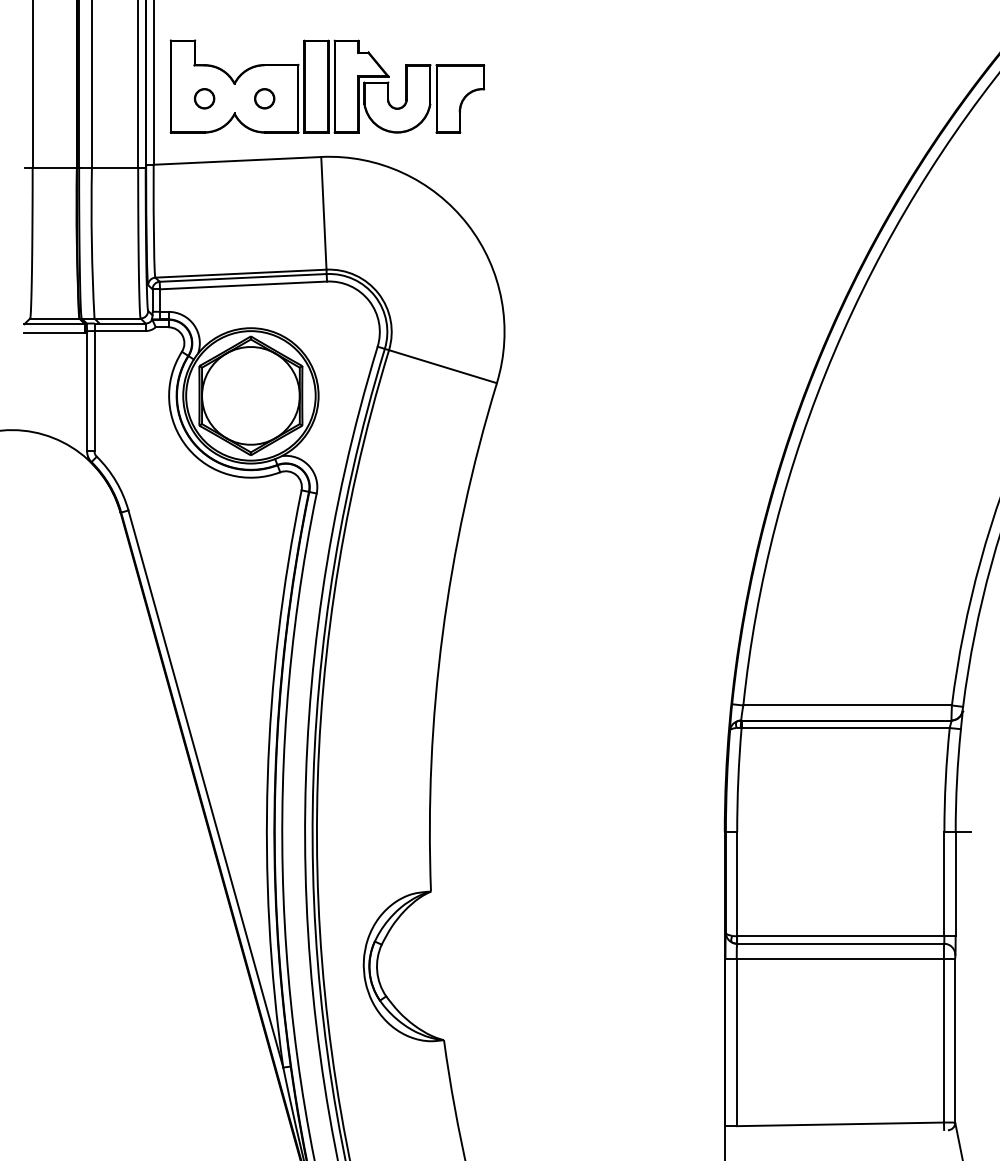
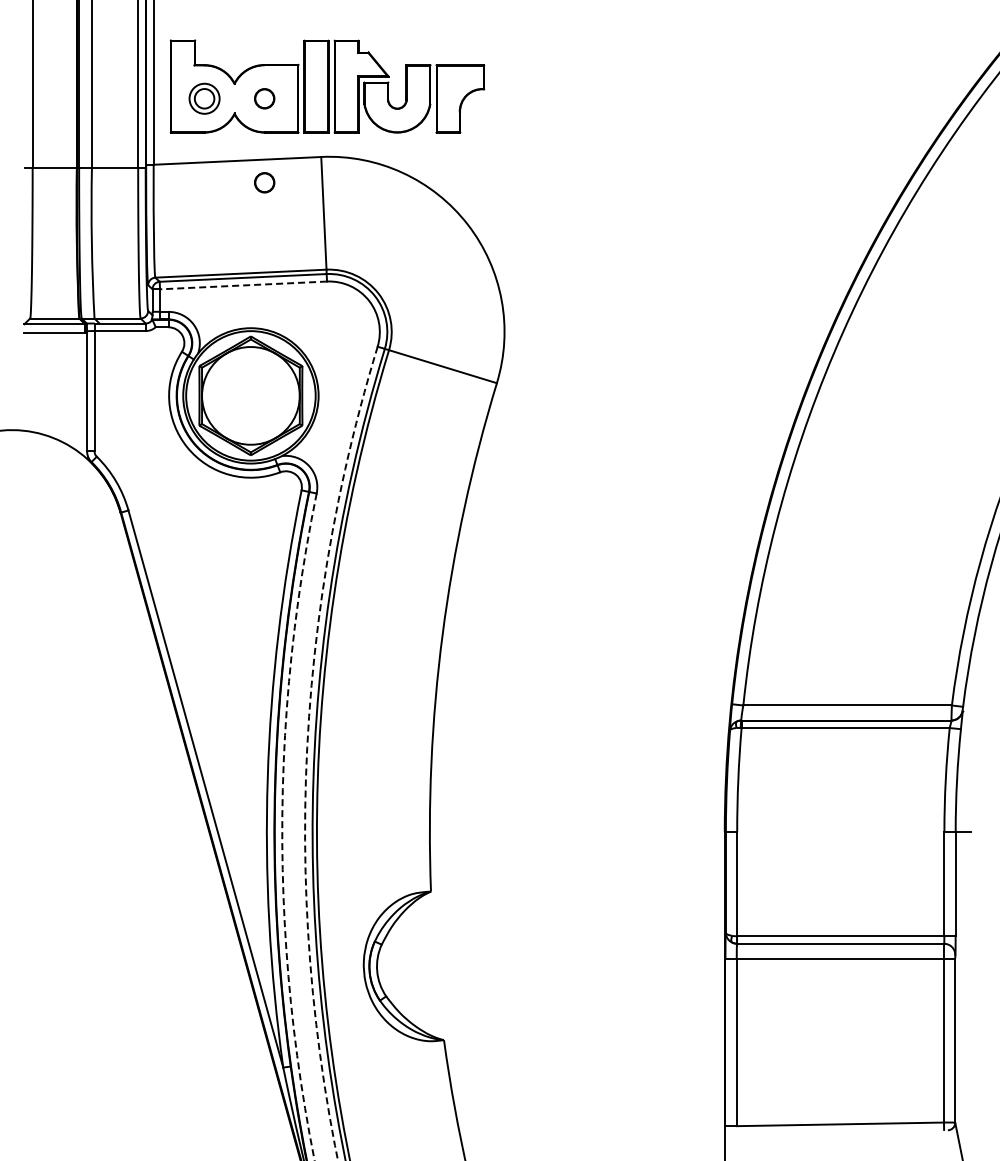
circle at (204, 98) diameter: 19 px -> 30 px
circle at (264, 182): none -> present
line at (243, 285): solid -> dashed
arc at (307, 749): solid -> dashed
arc at (282, 826): solid -> dashed
